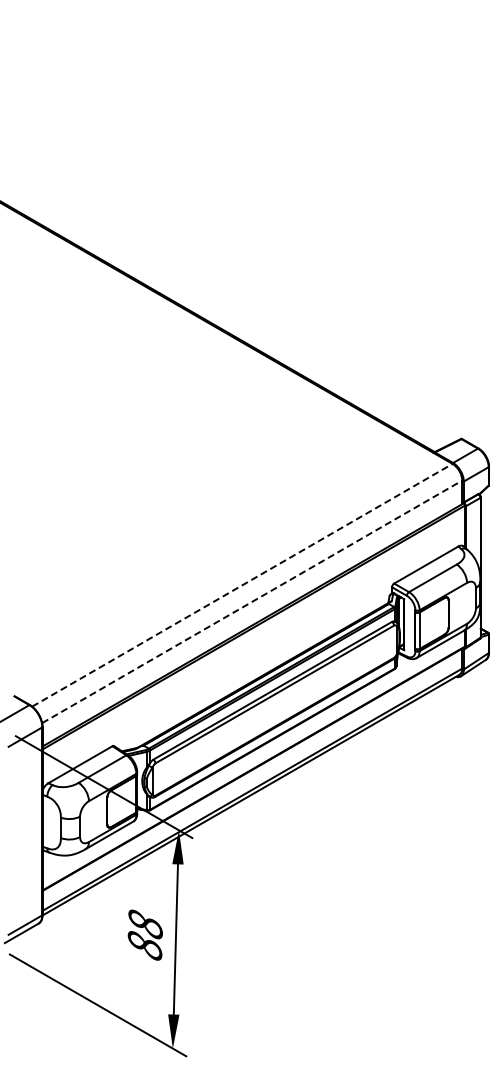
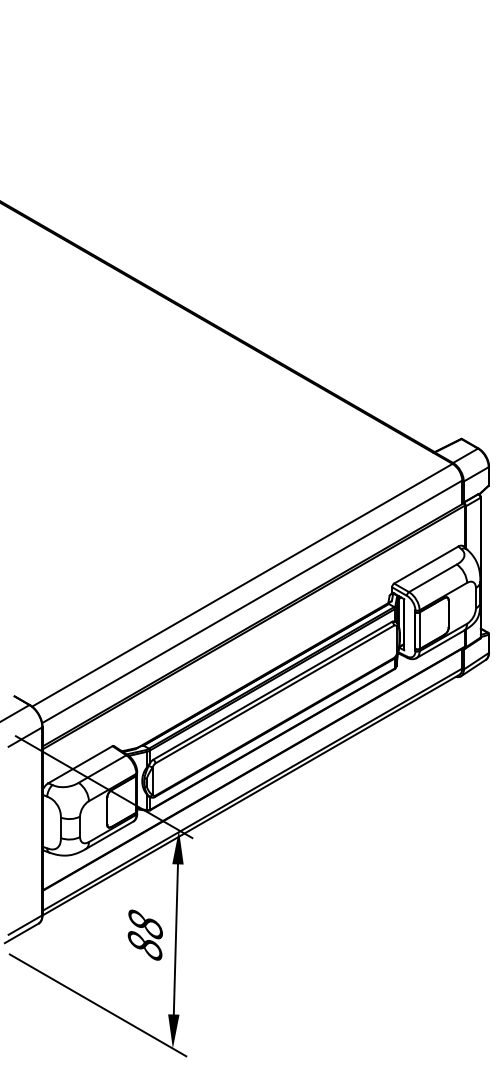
line at (242, 585): dashed -> solid
line at (252, 601): dashed -> solid
